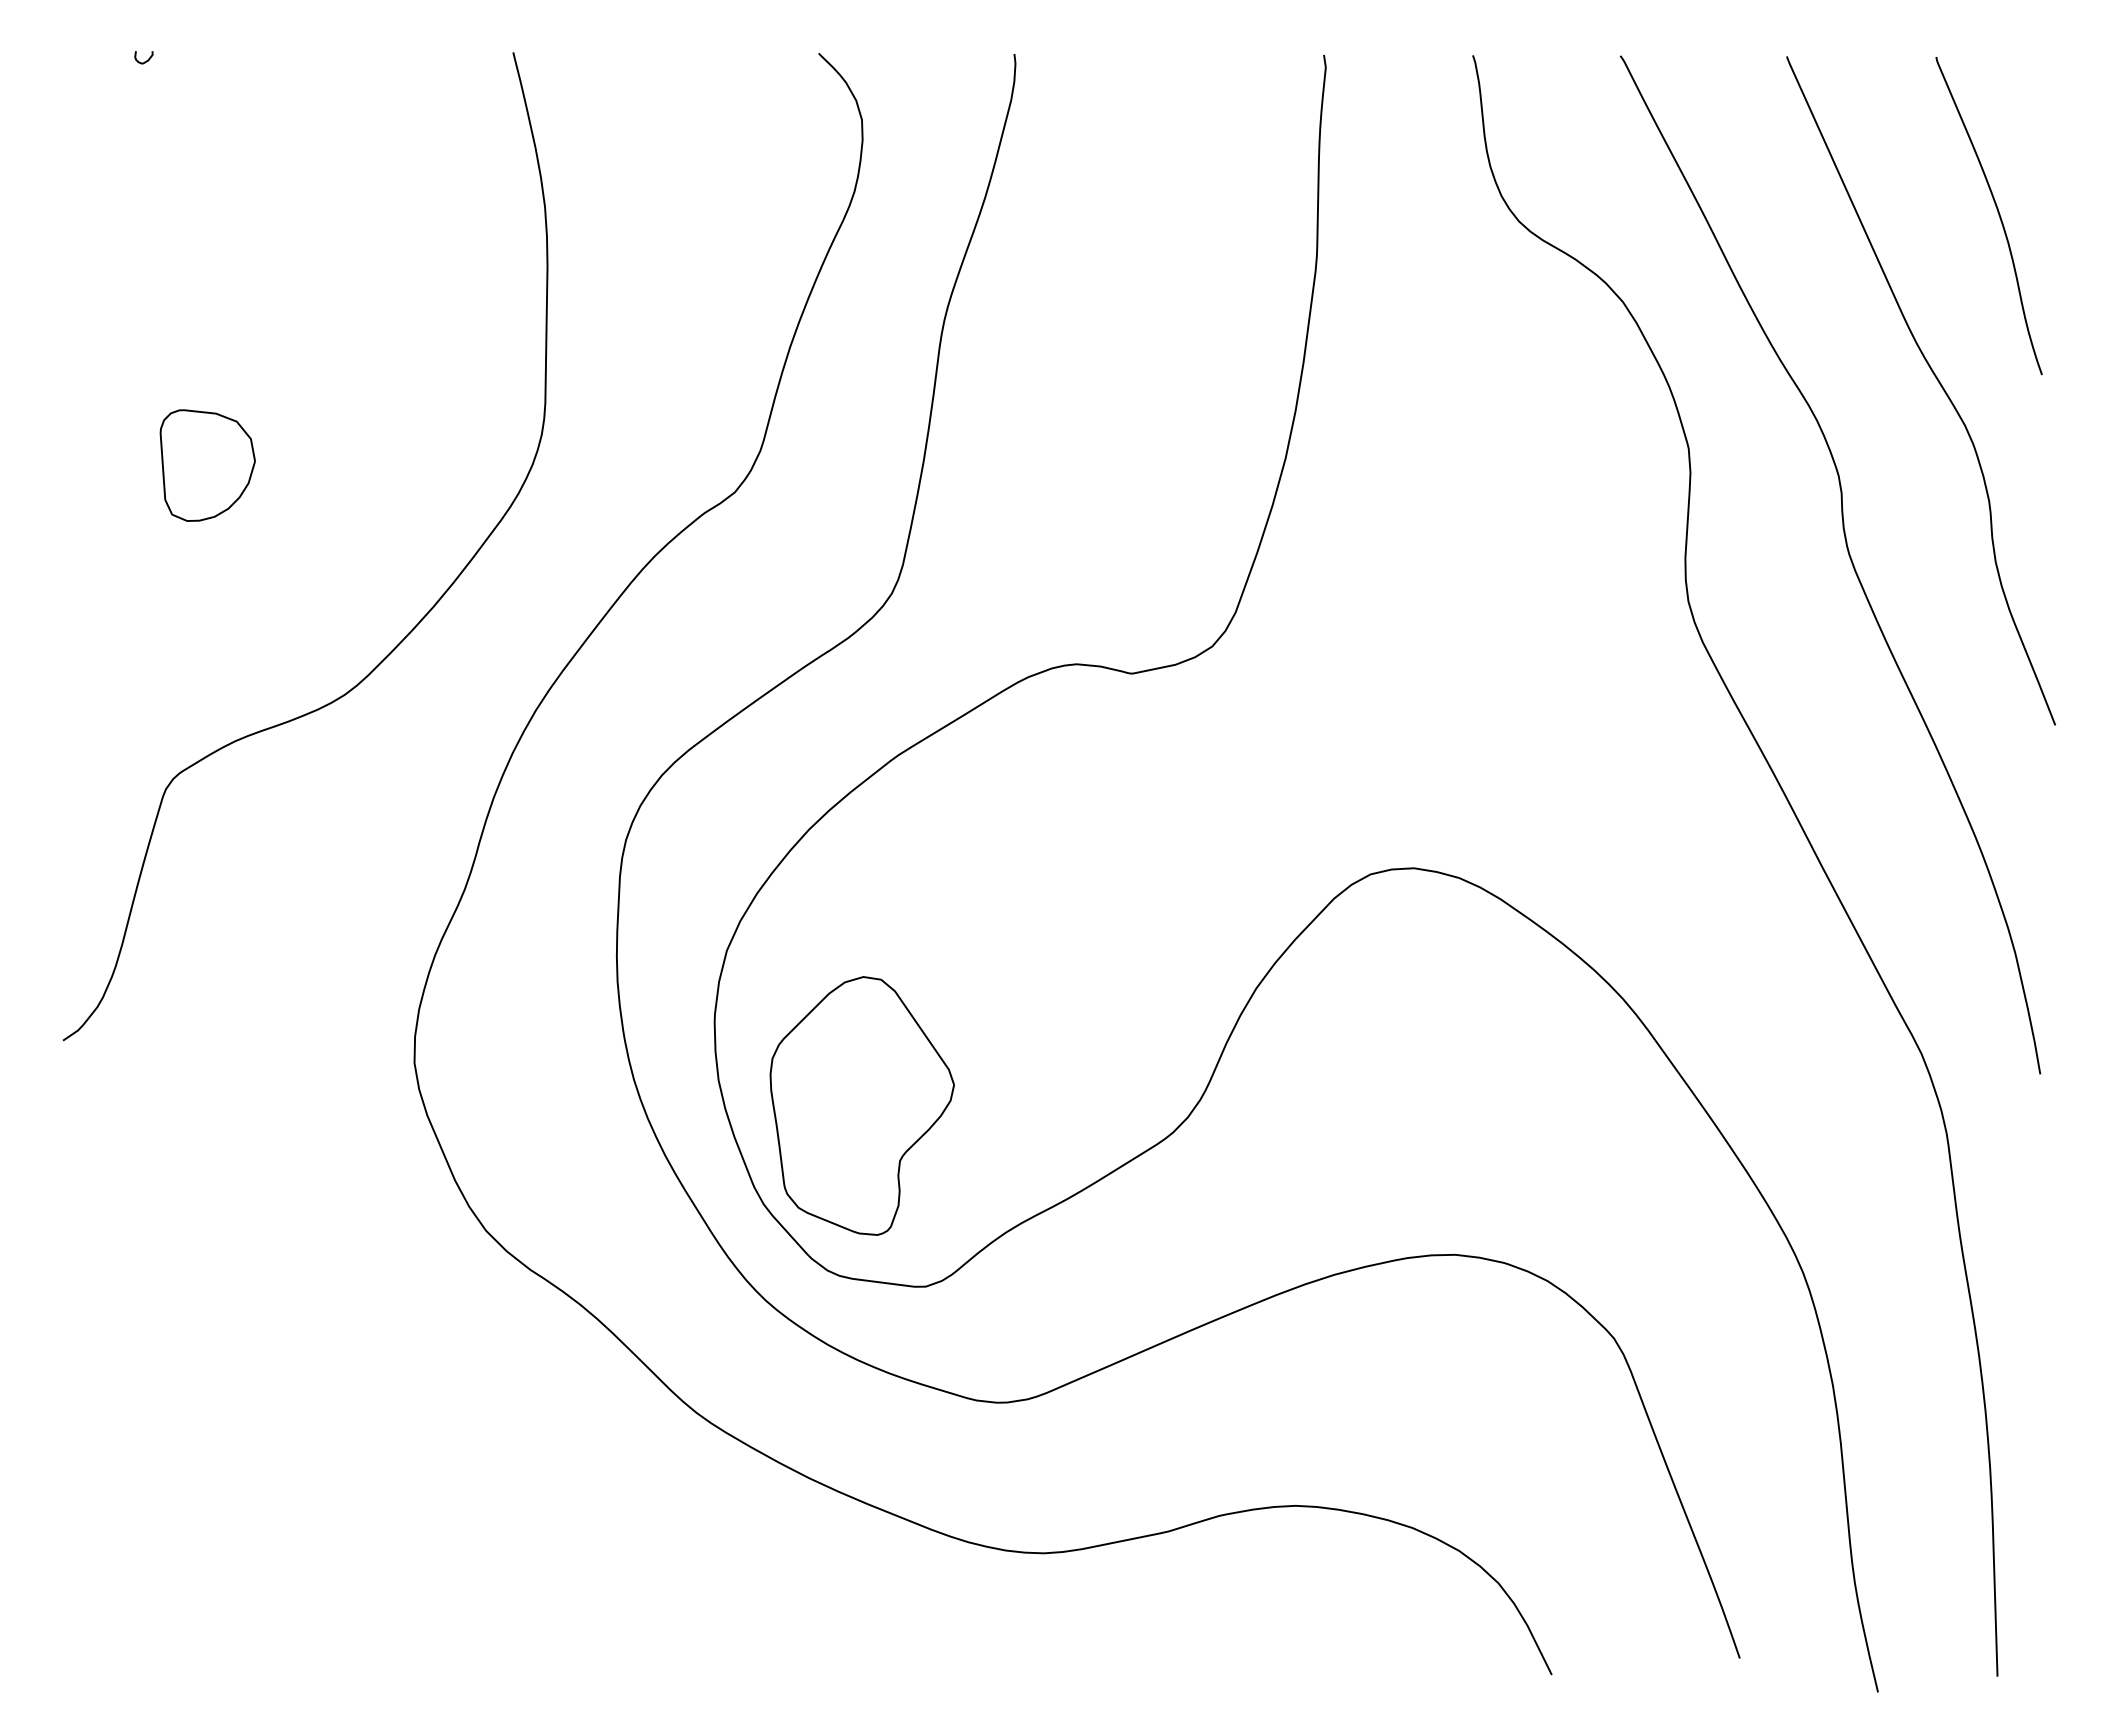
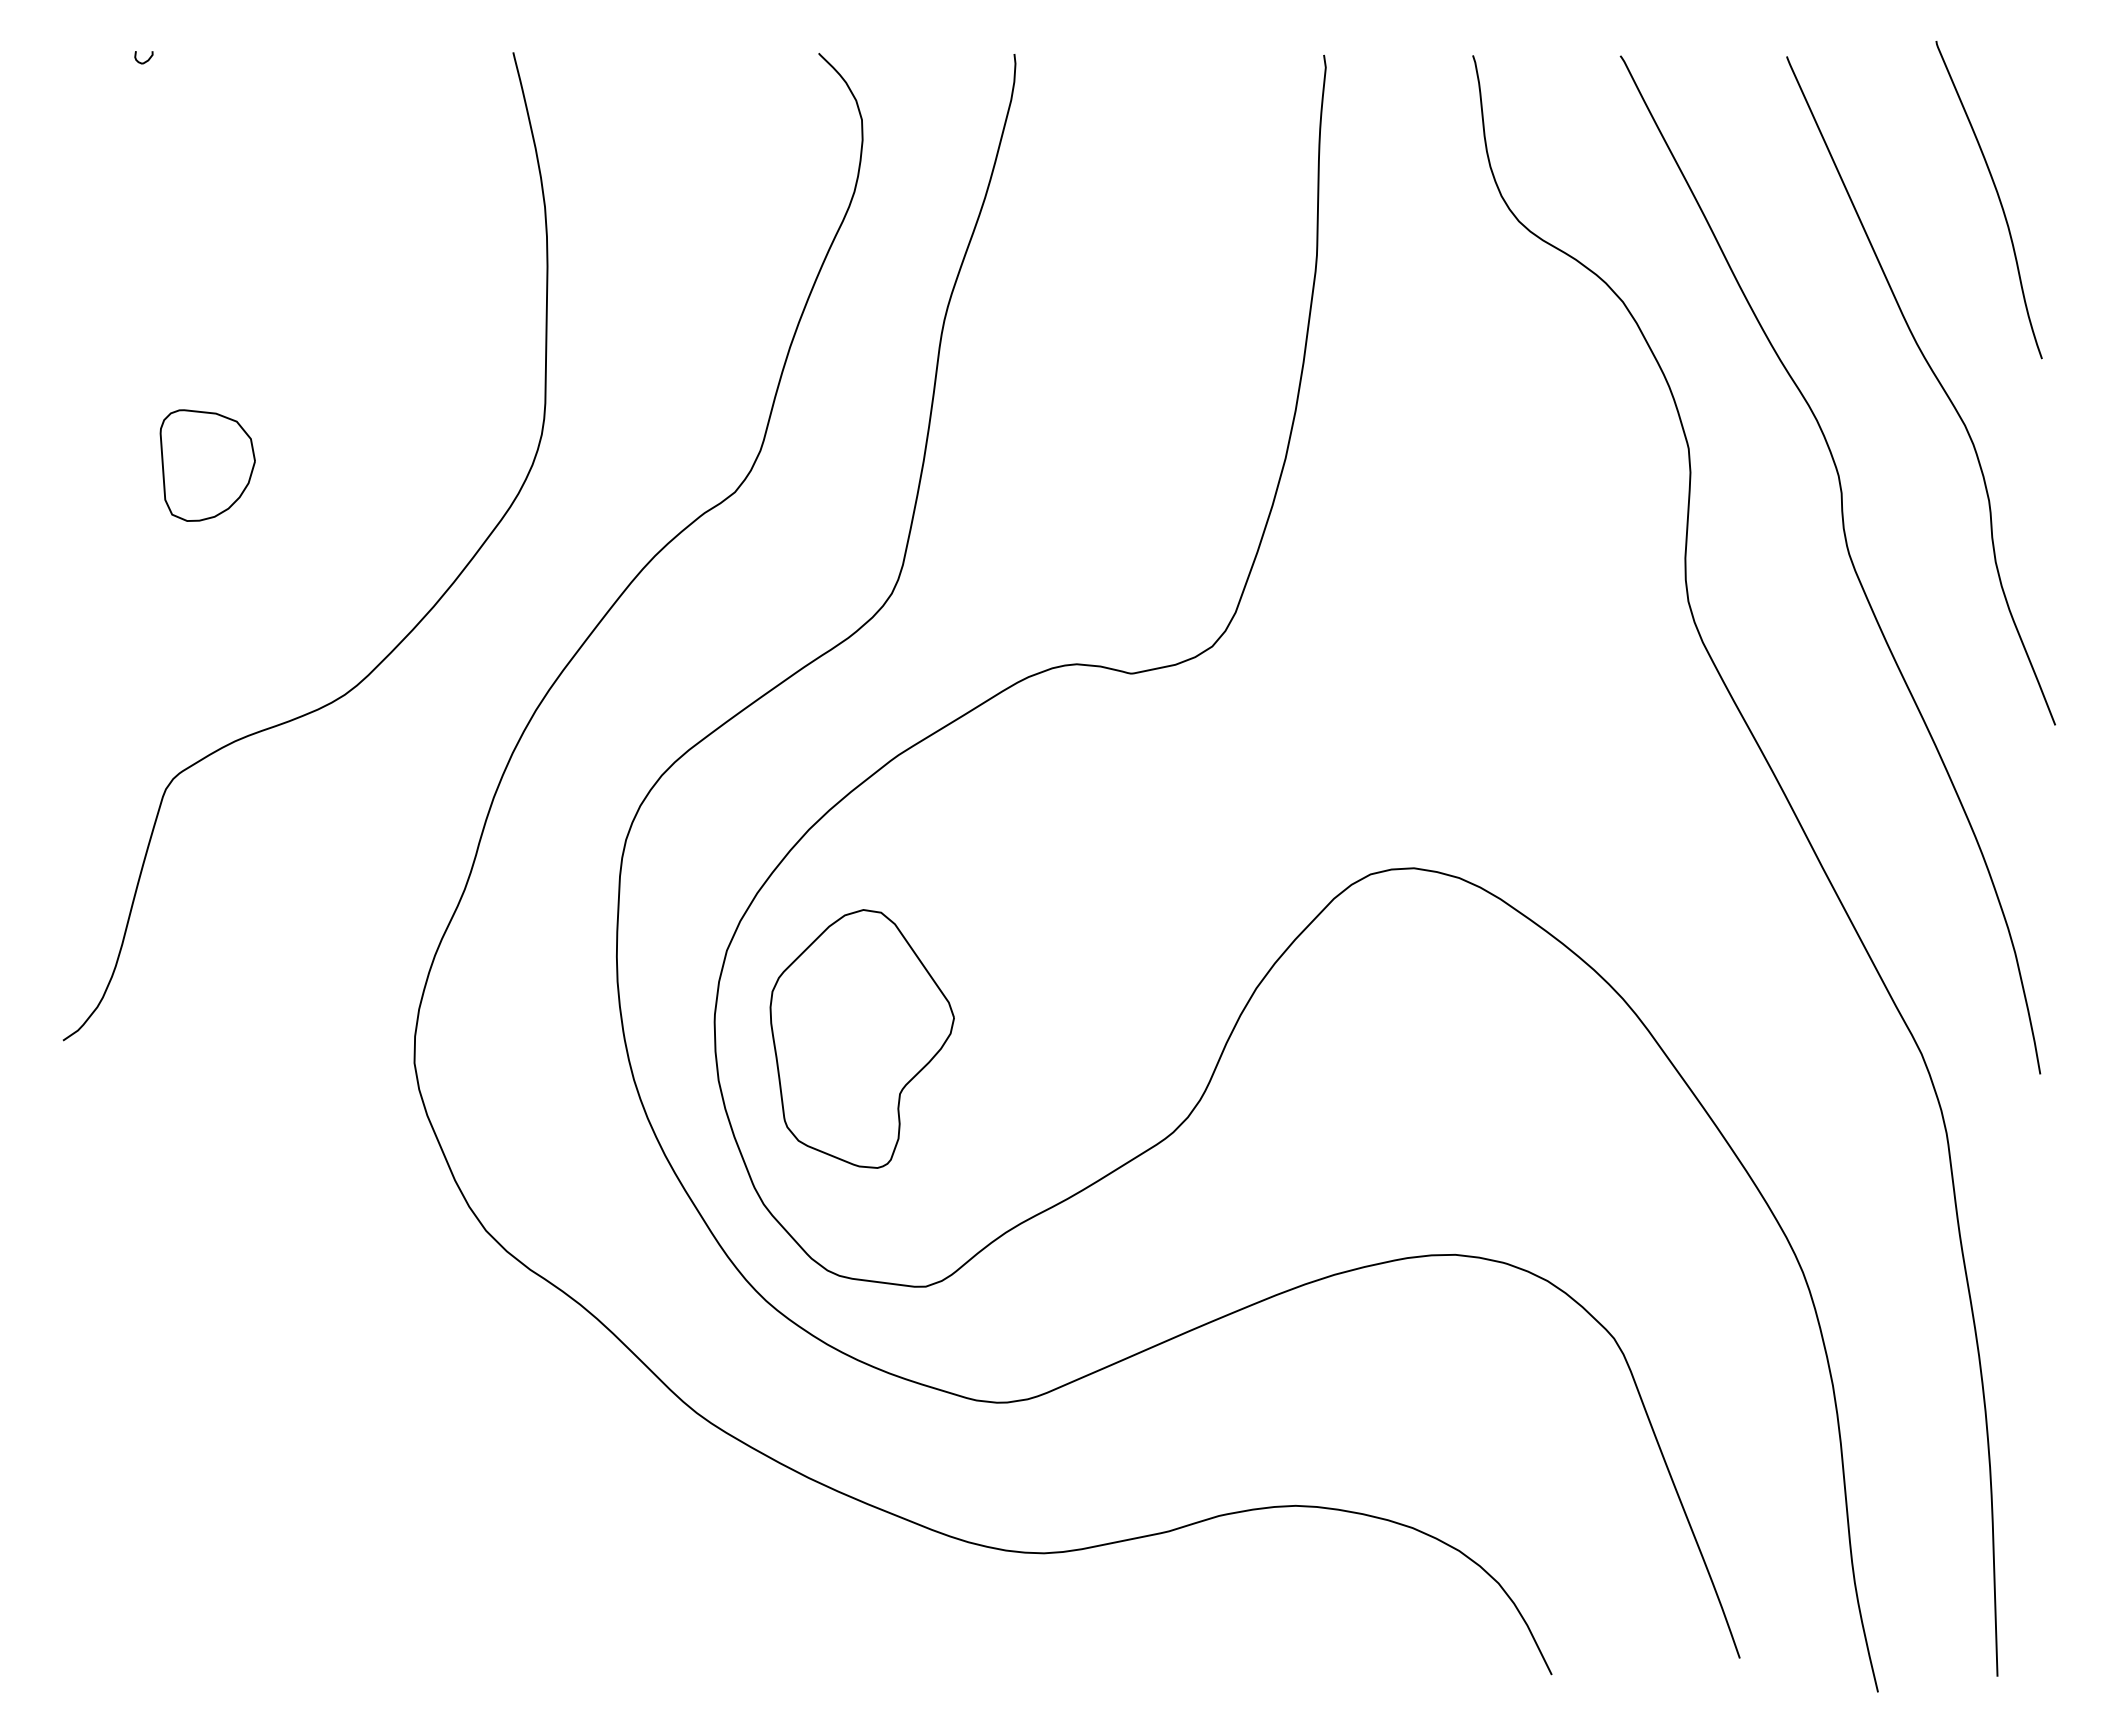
curve at (1997, 212) position: (1997, 212) -> (1997, 196)
part at (861, 1105) position: (861, 1105) -> (861, 1038)
